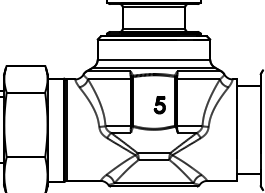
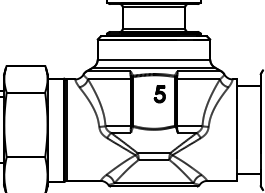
part at (159, 105) position: (159, 105) -> (159, 94)
